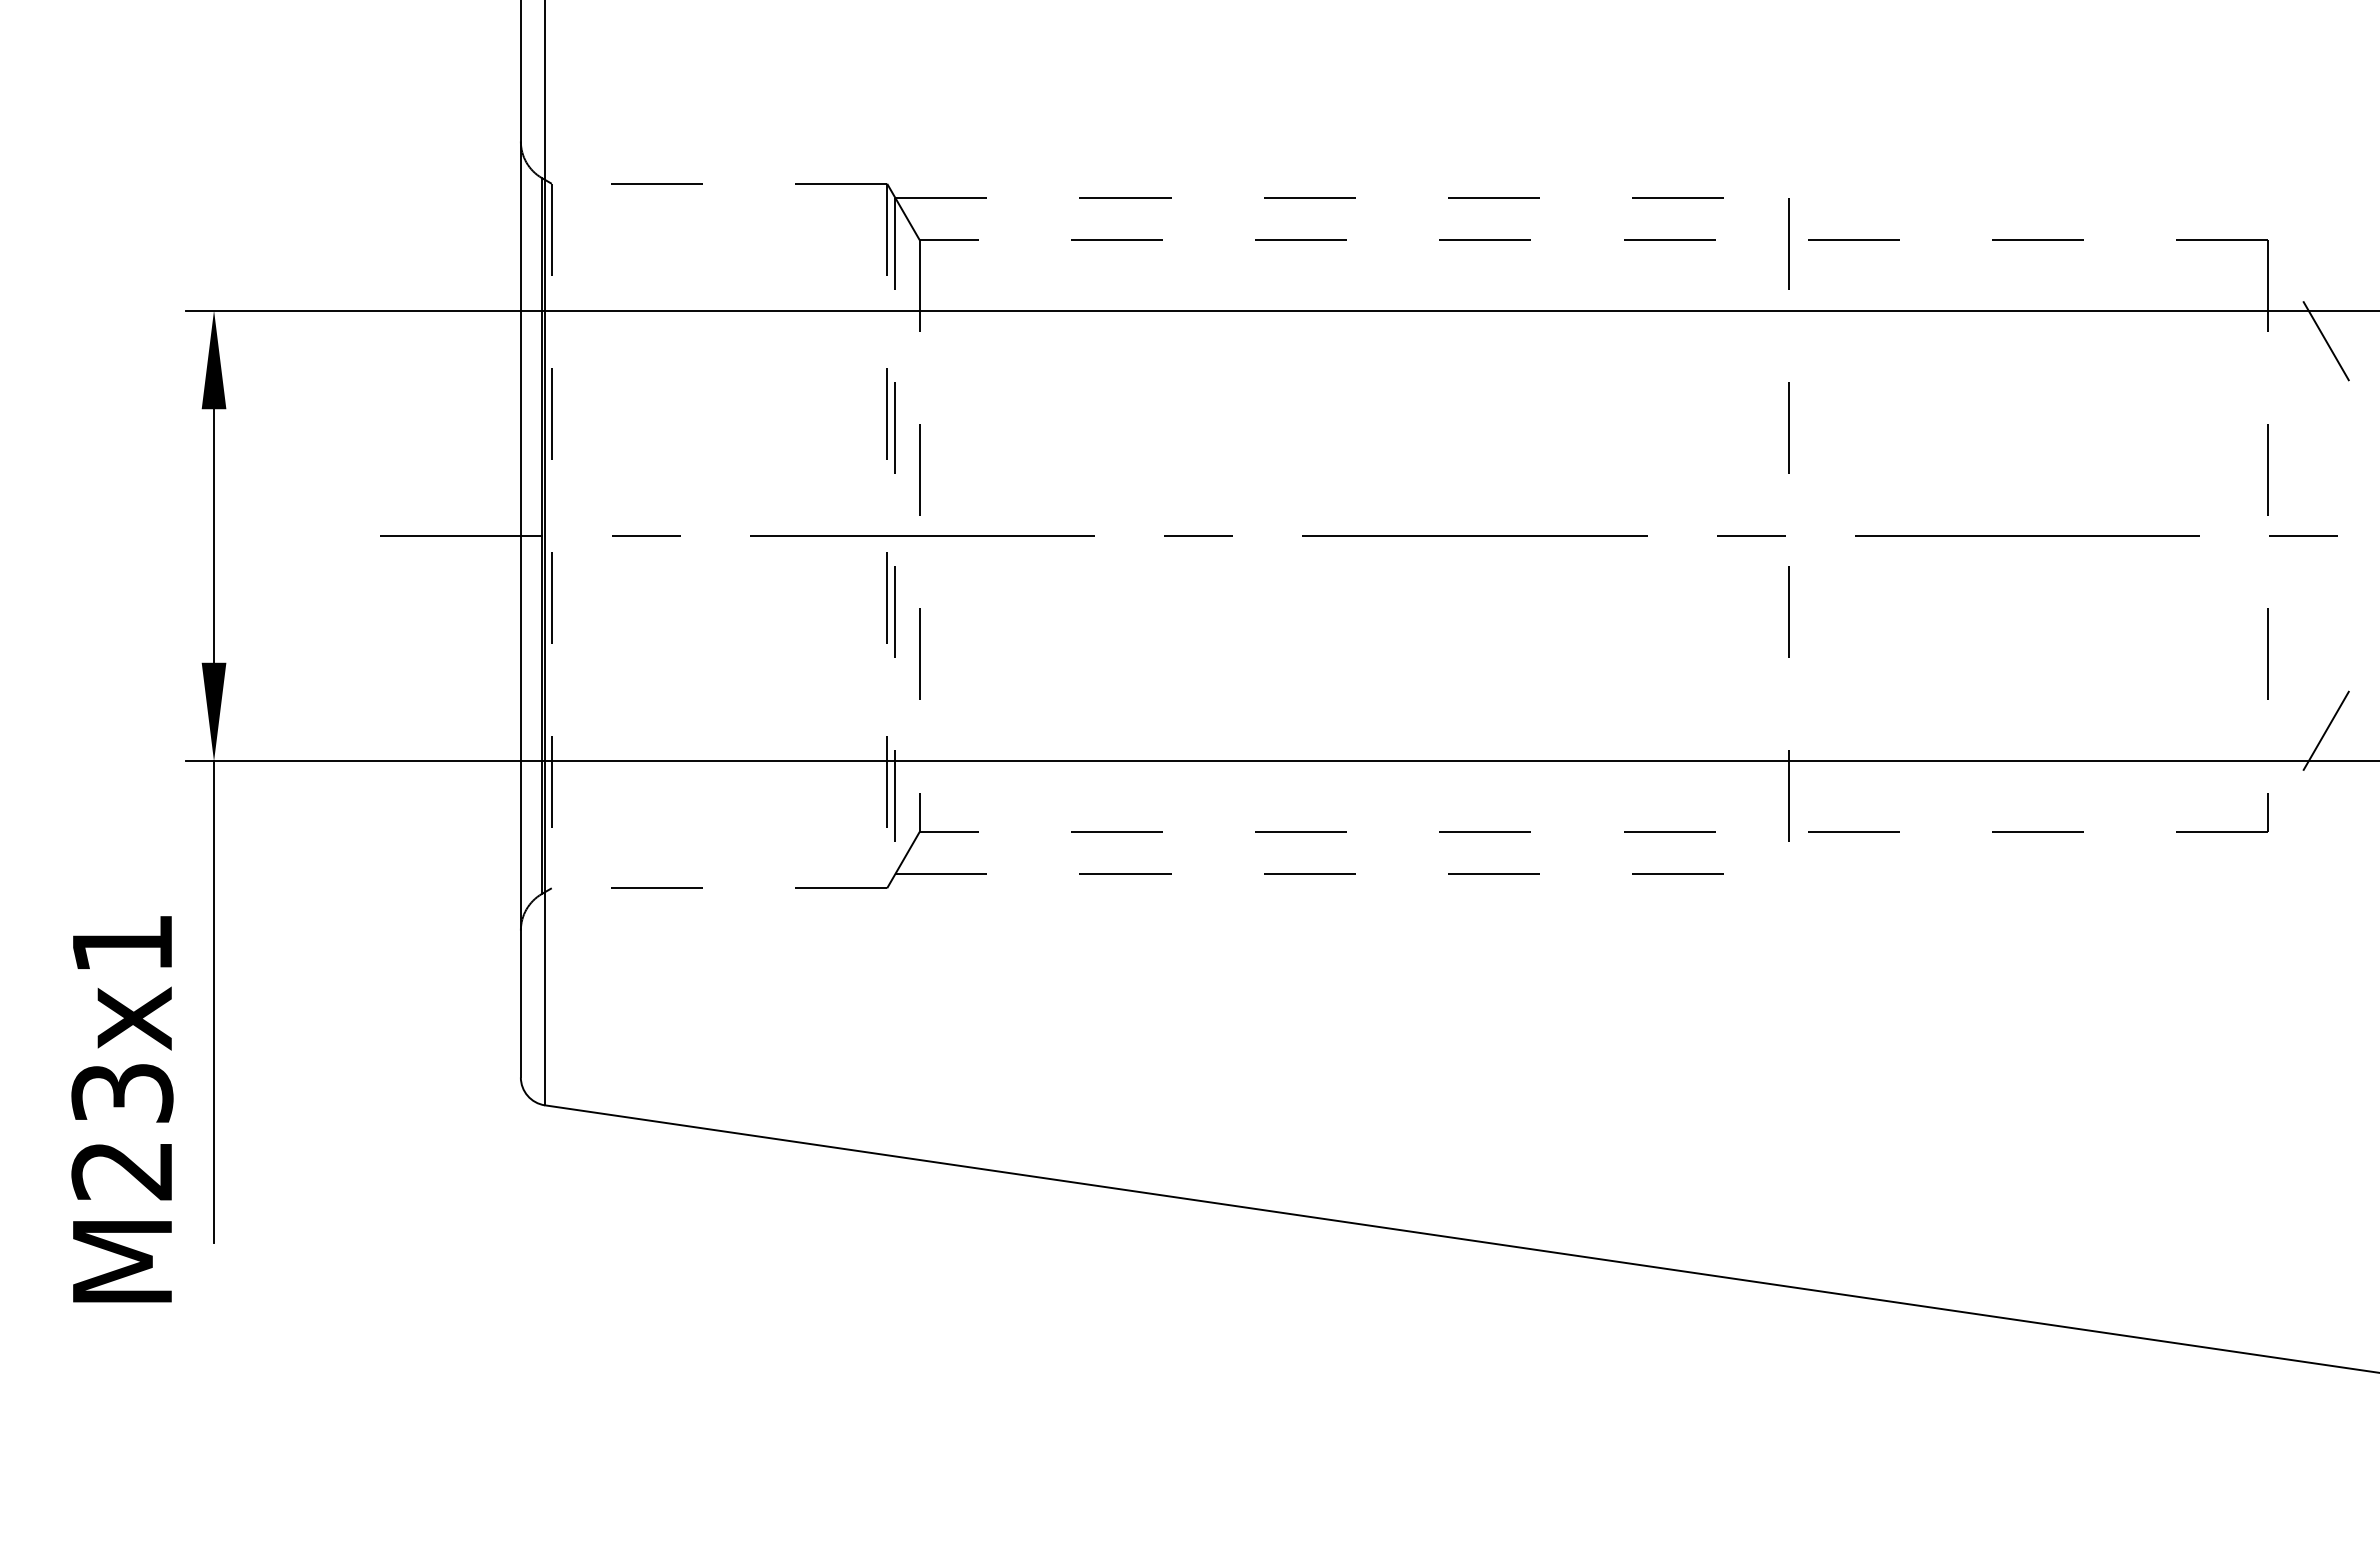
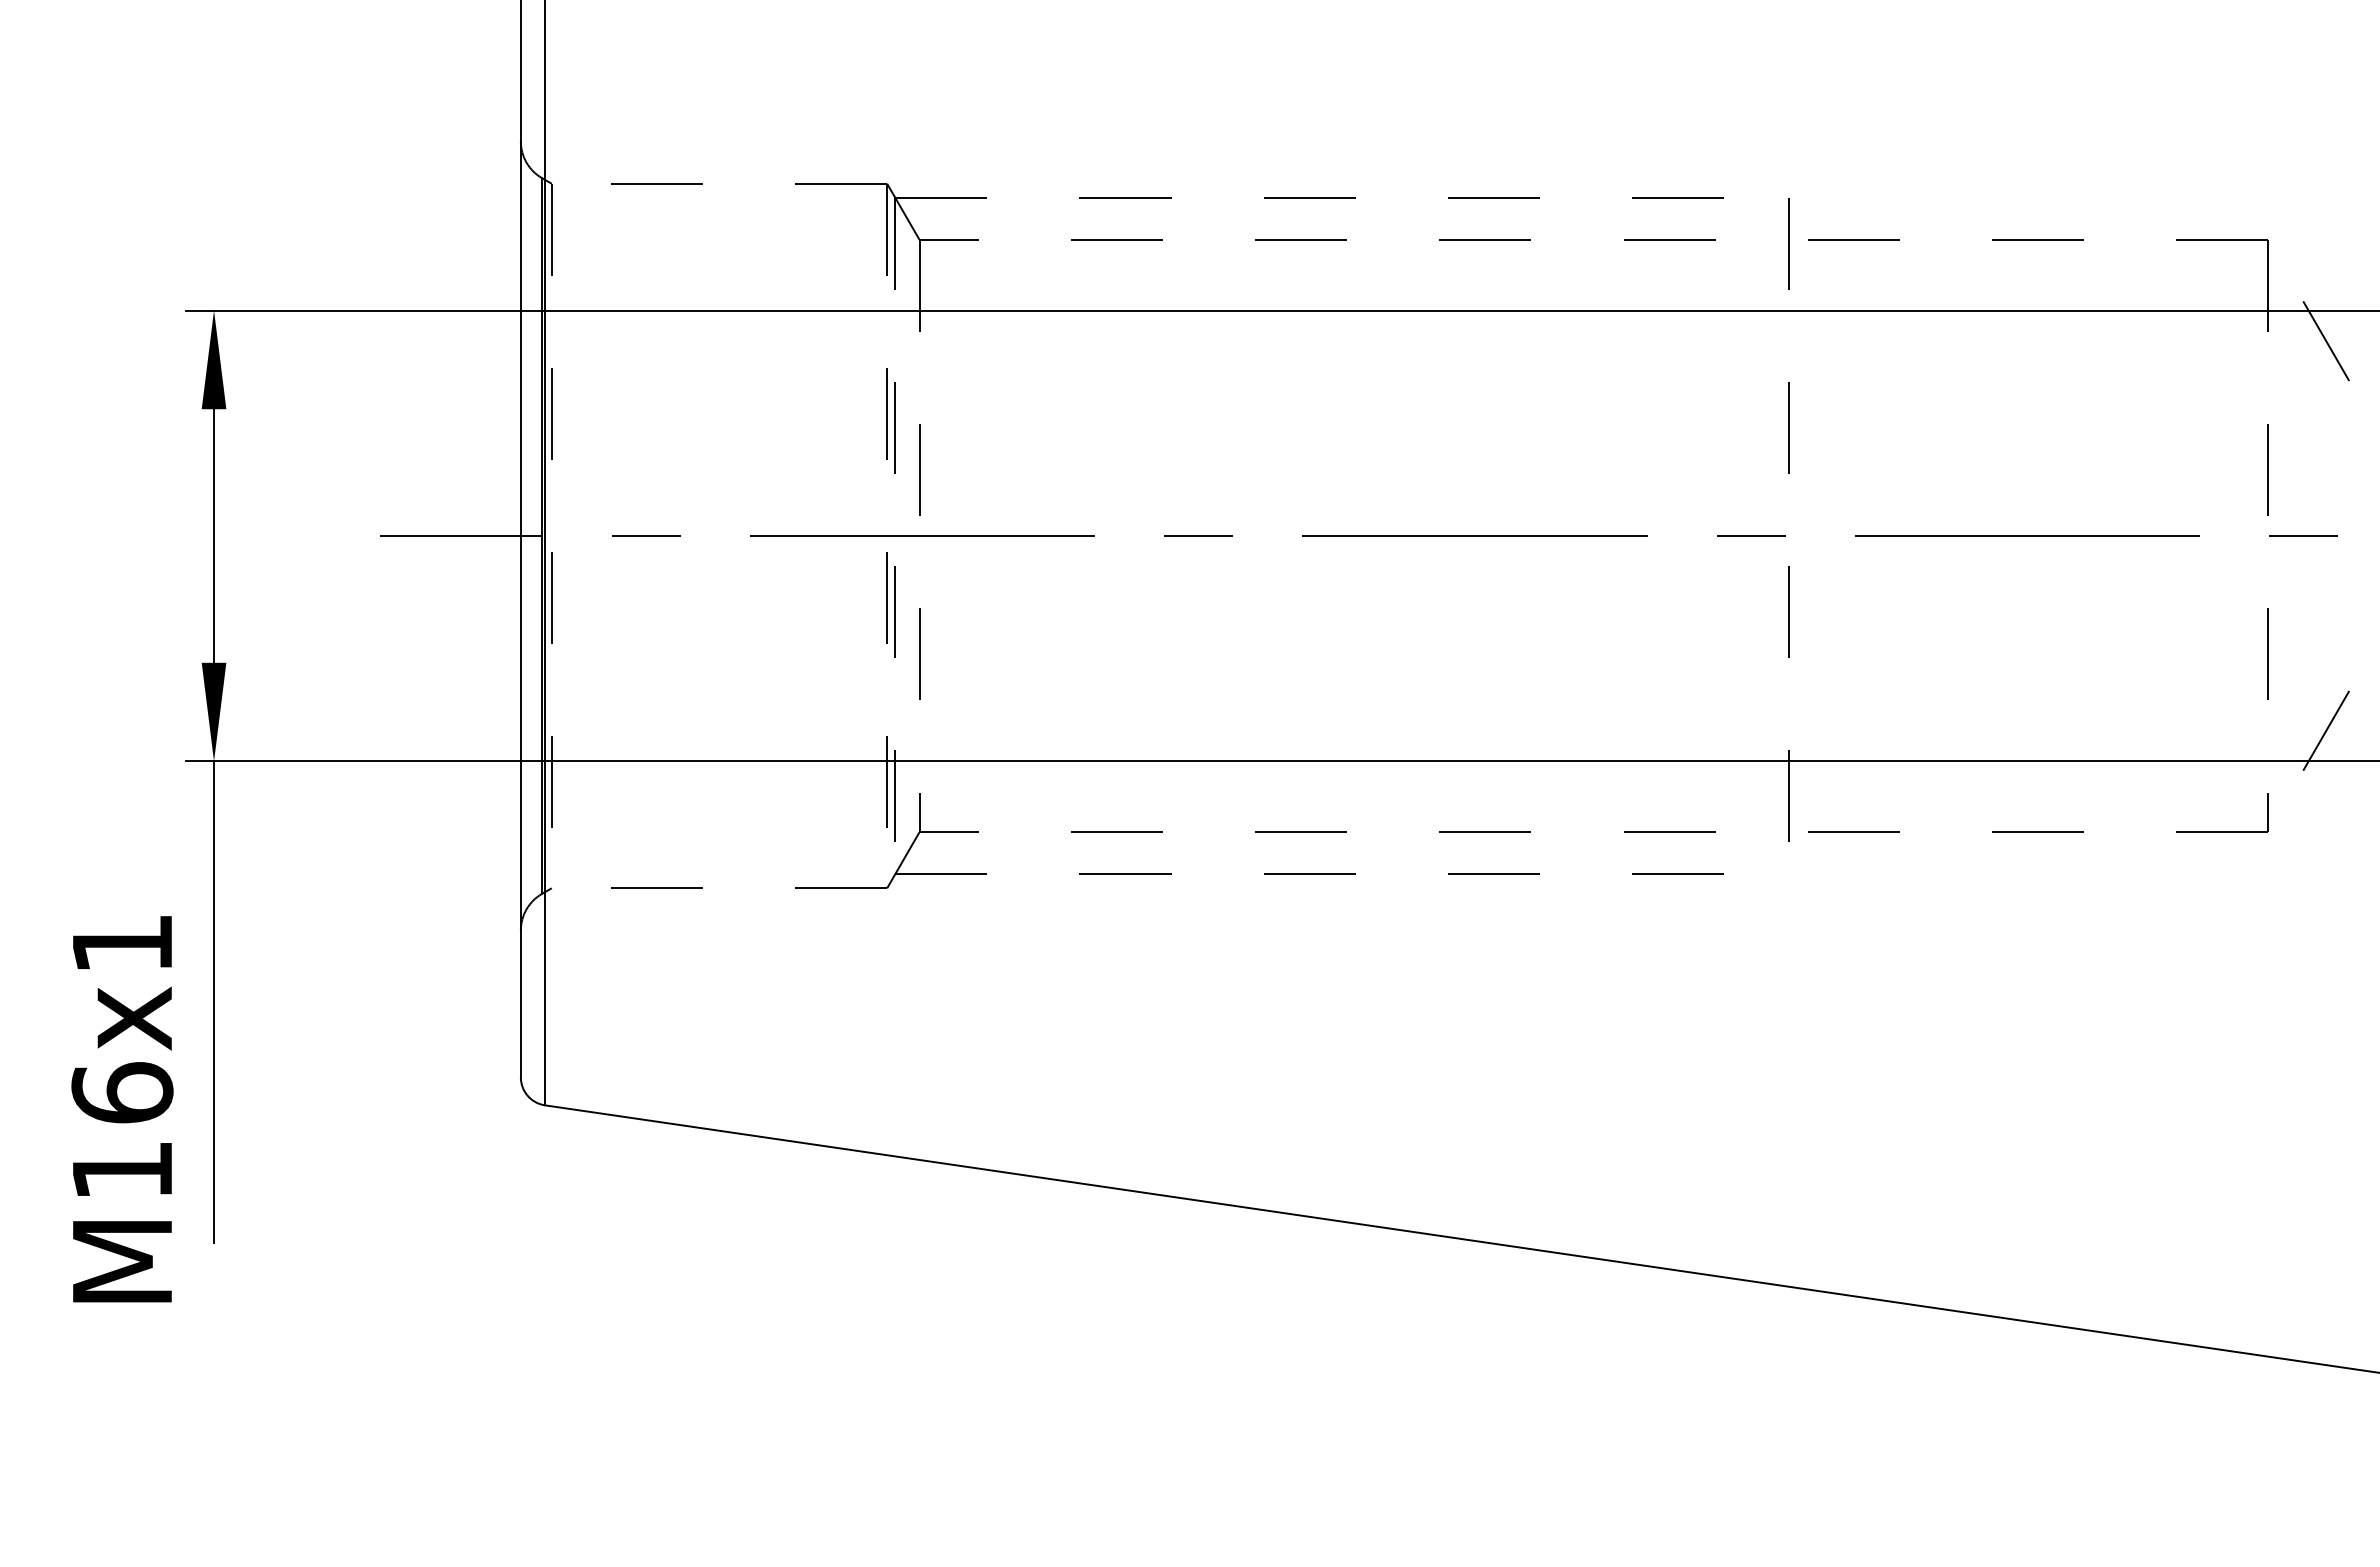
text at (122, 1131): M23x1 -> M16x1
